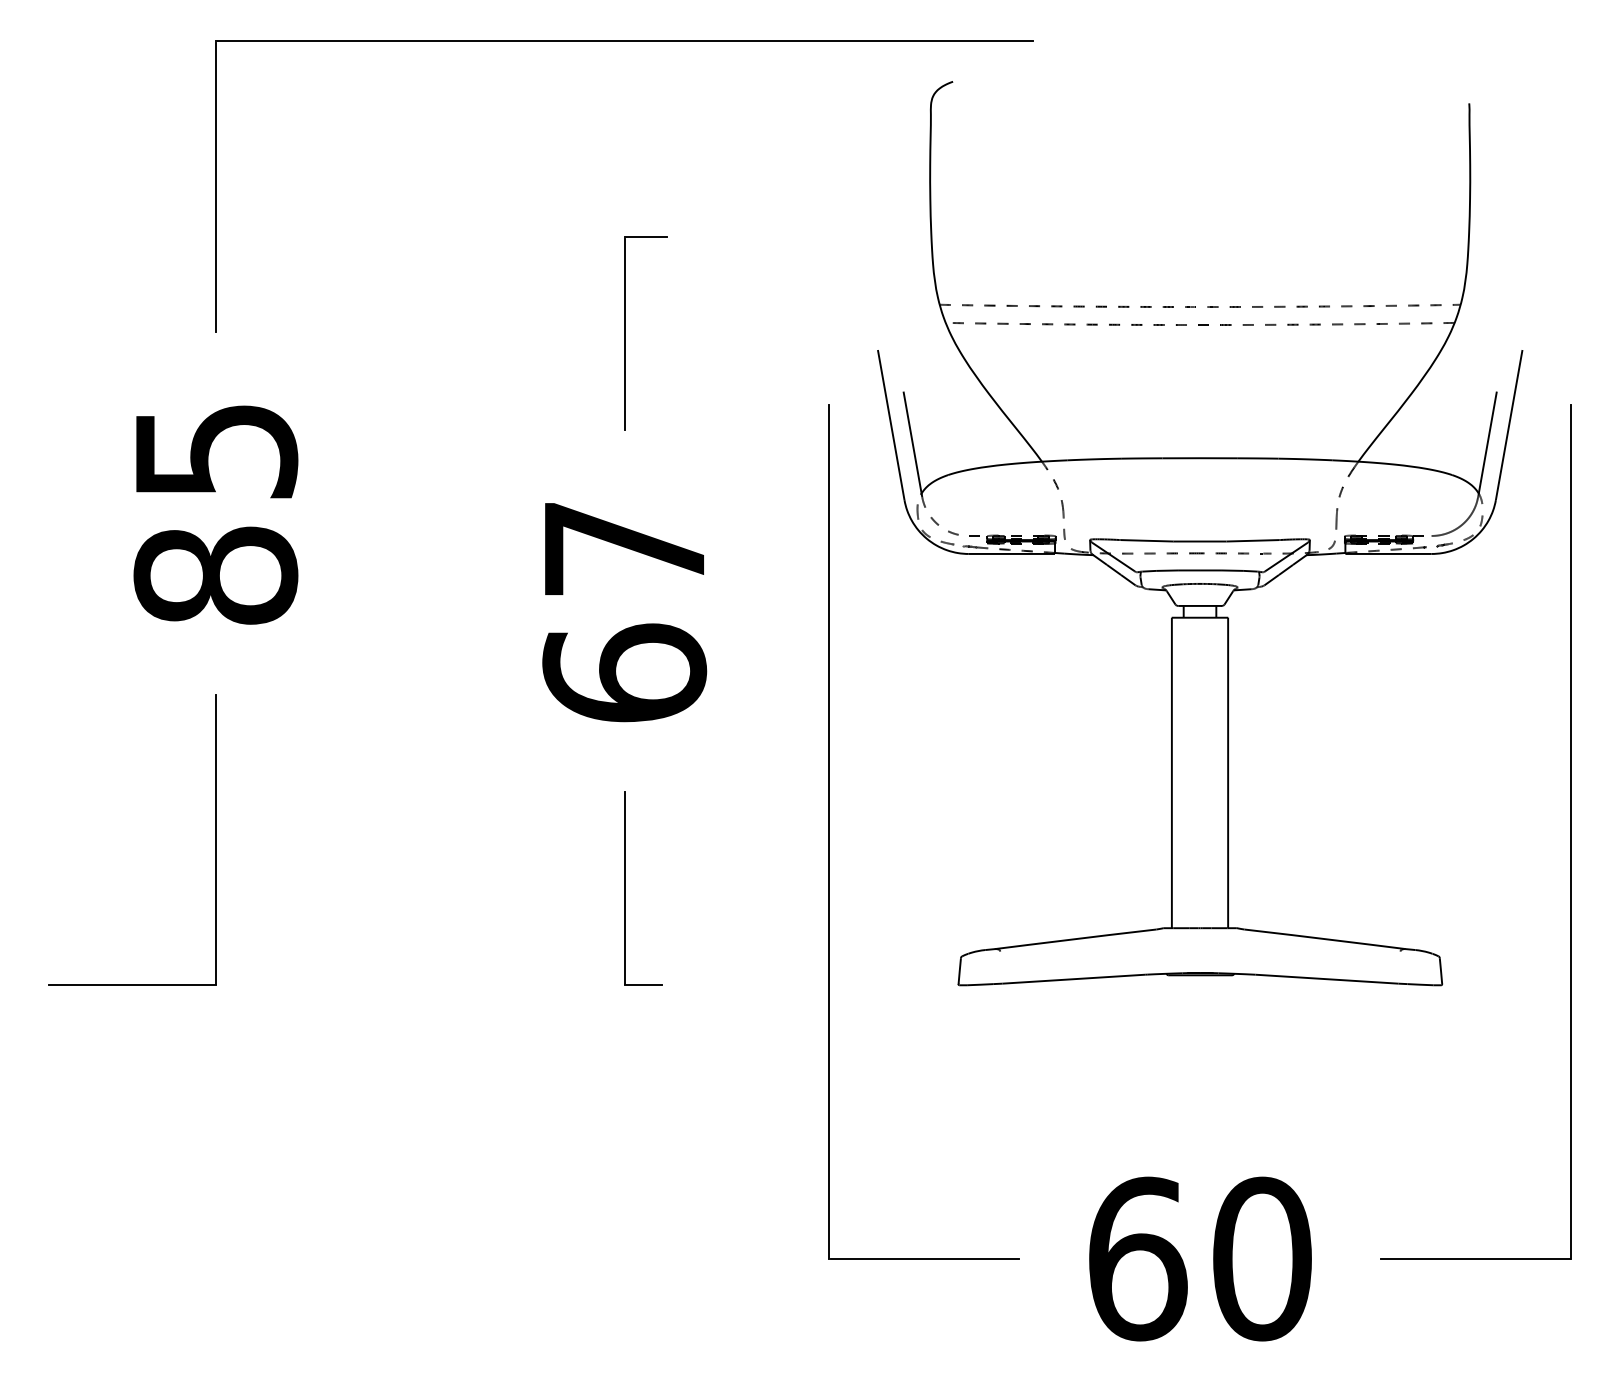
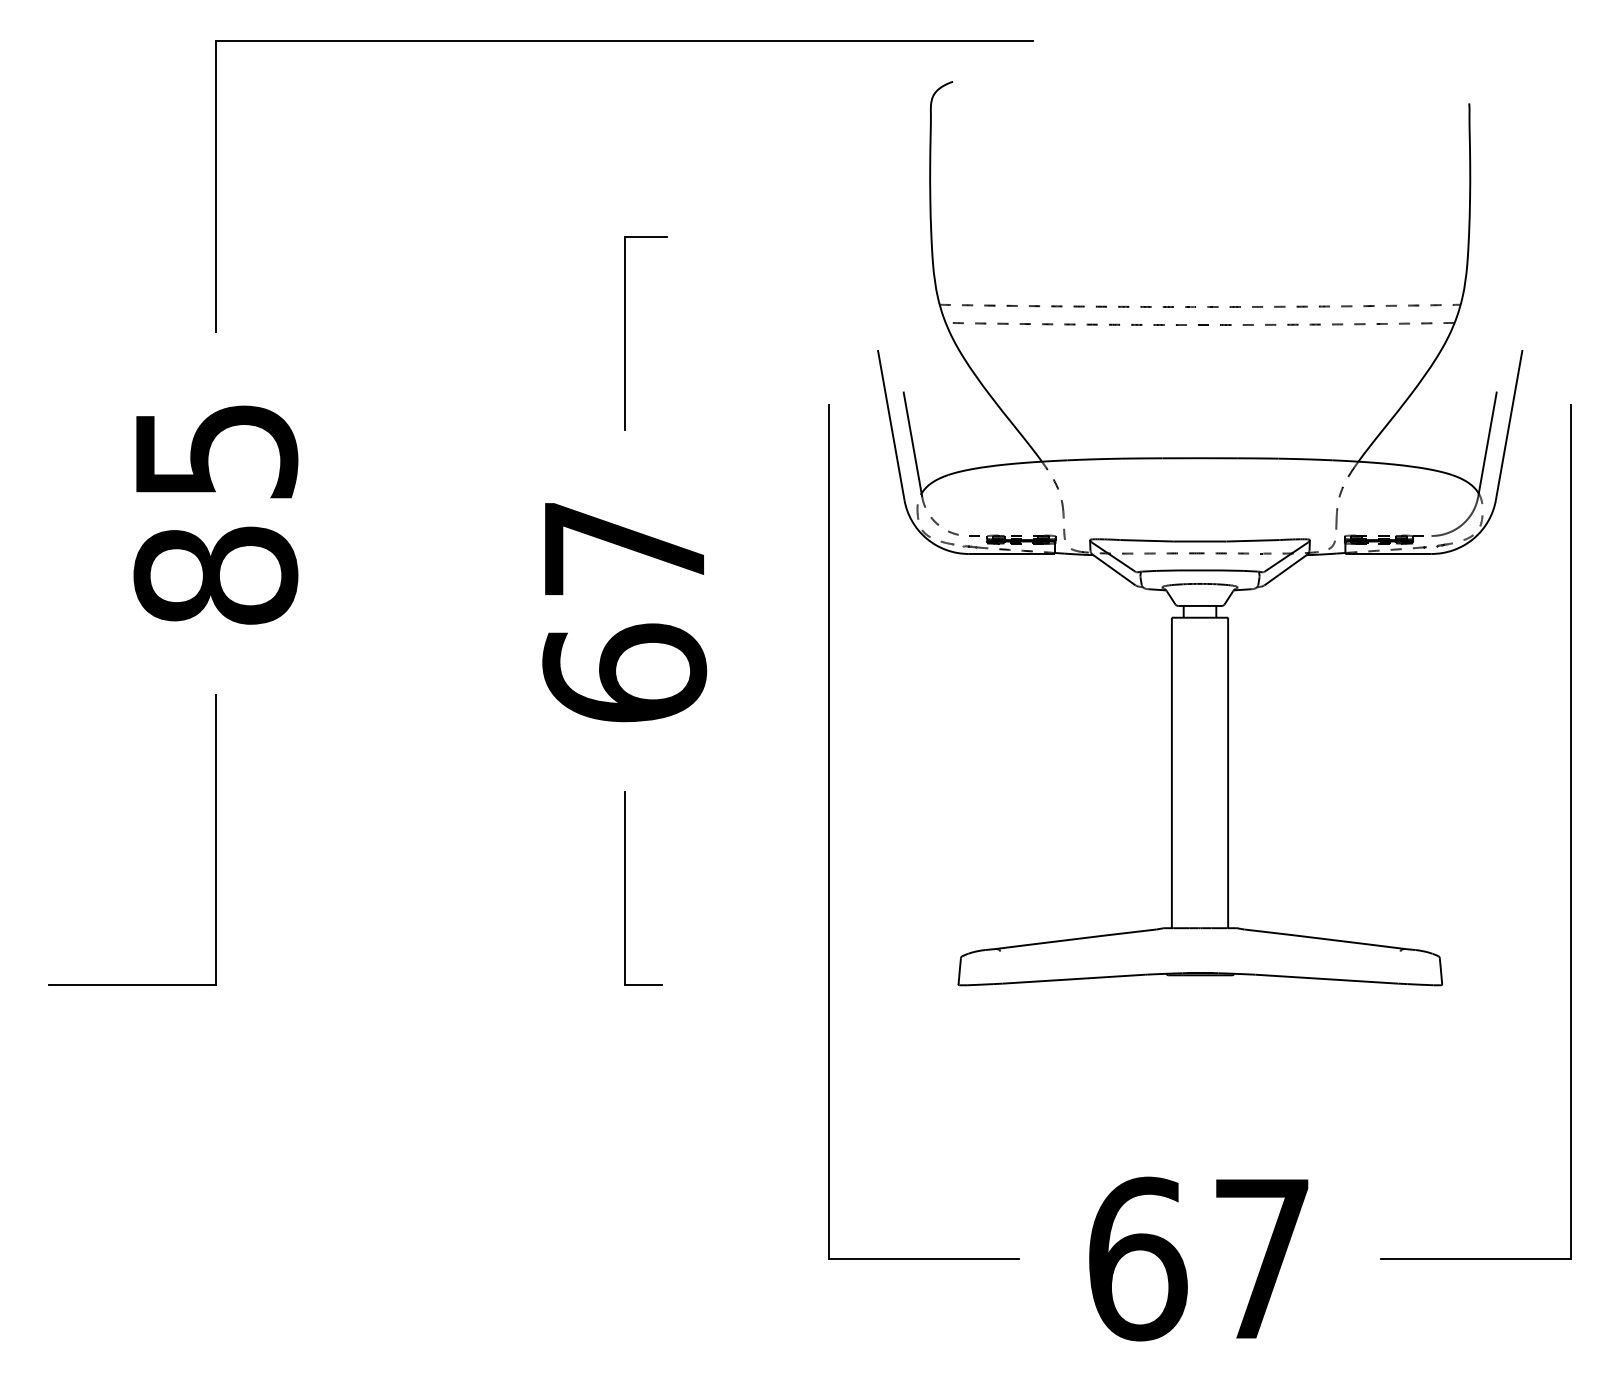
text at (1262, 1258): 60 -> 67
